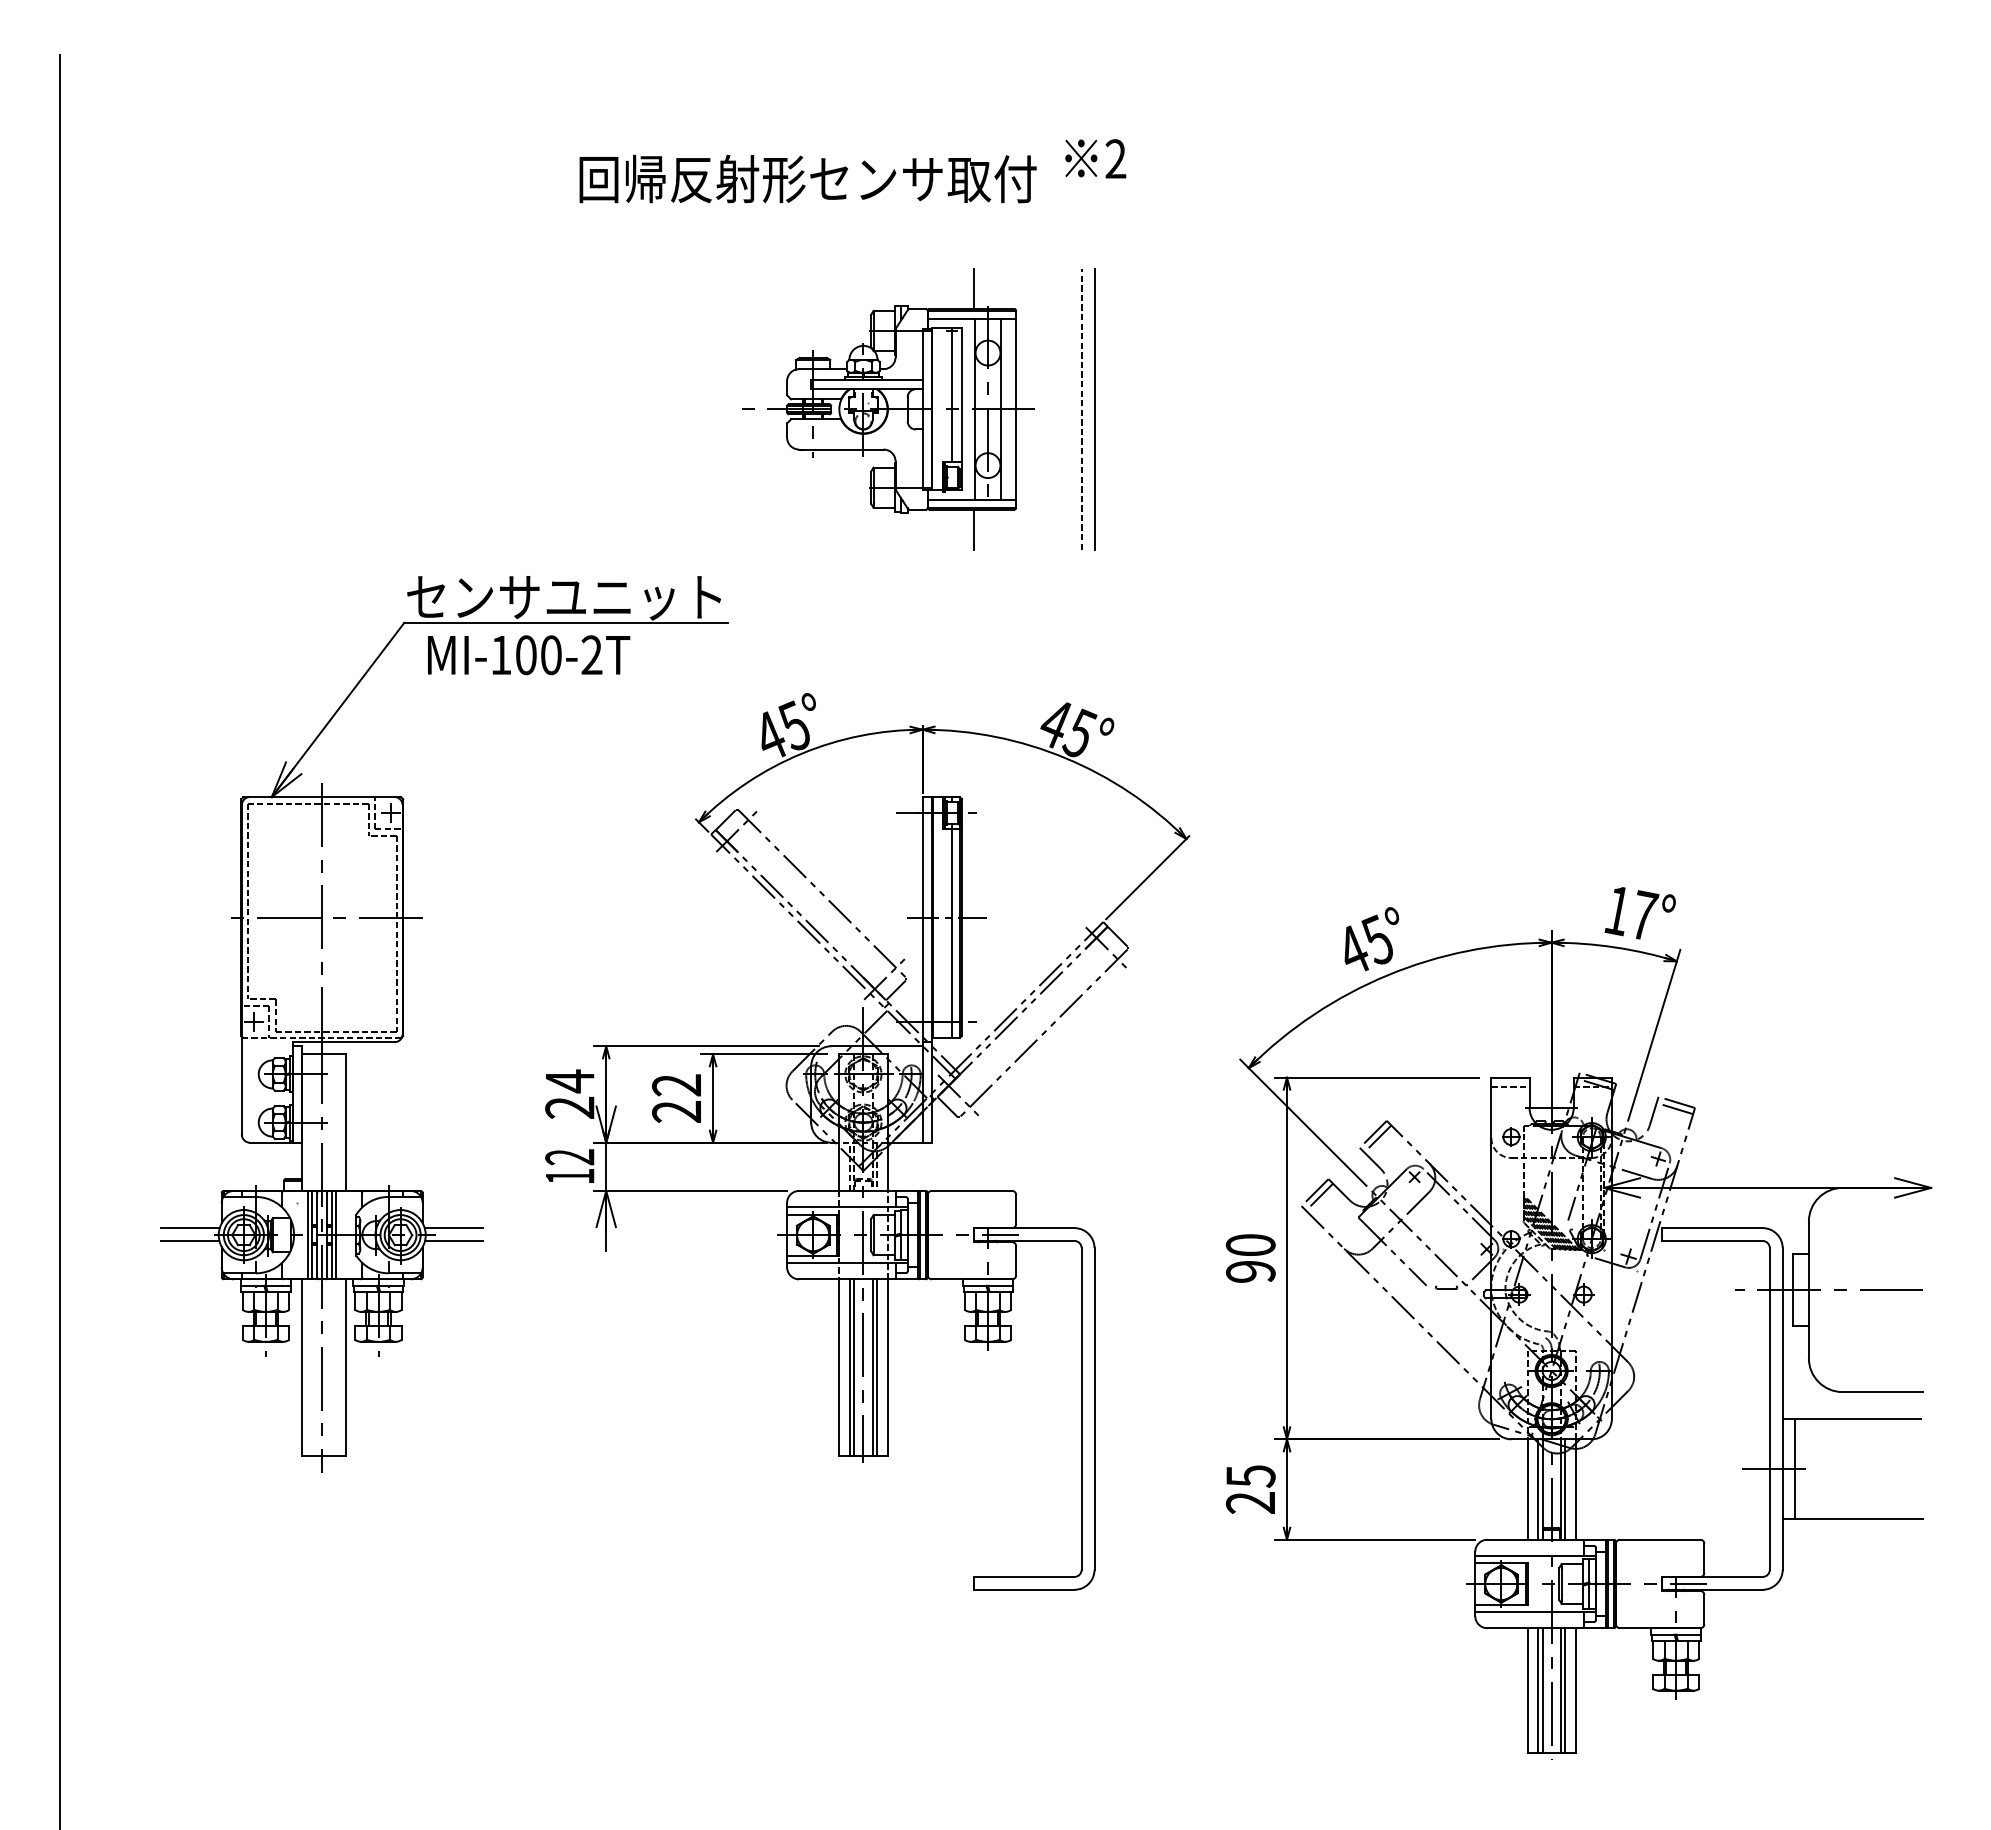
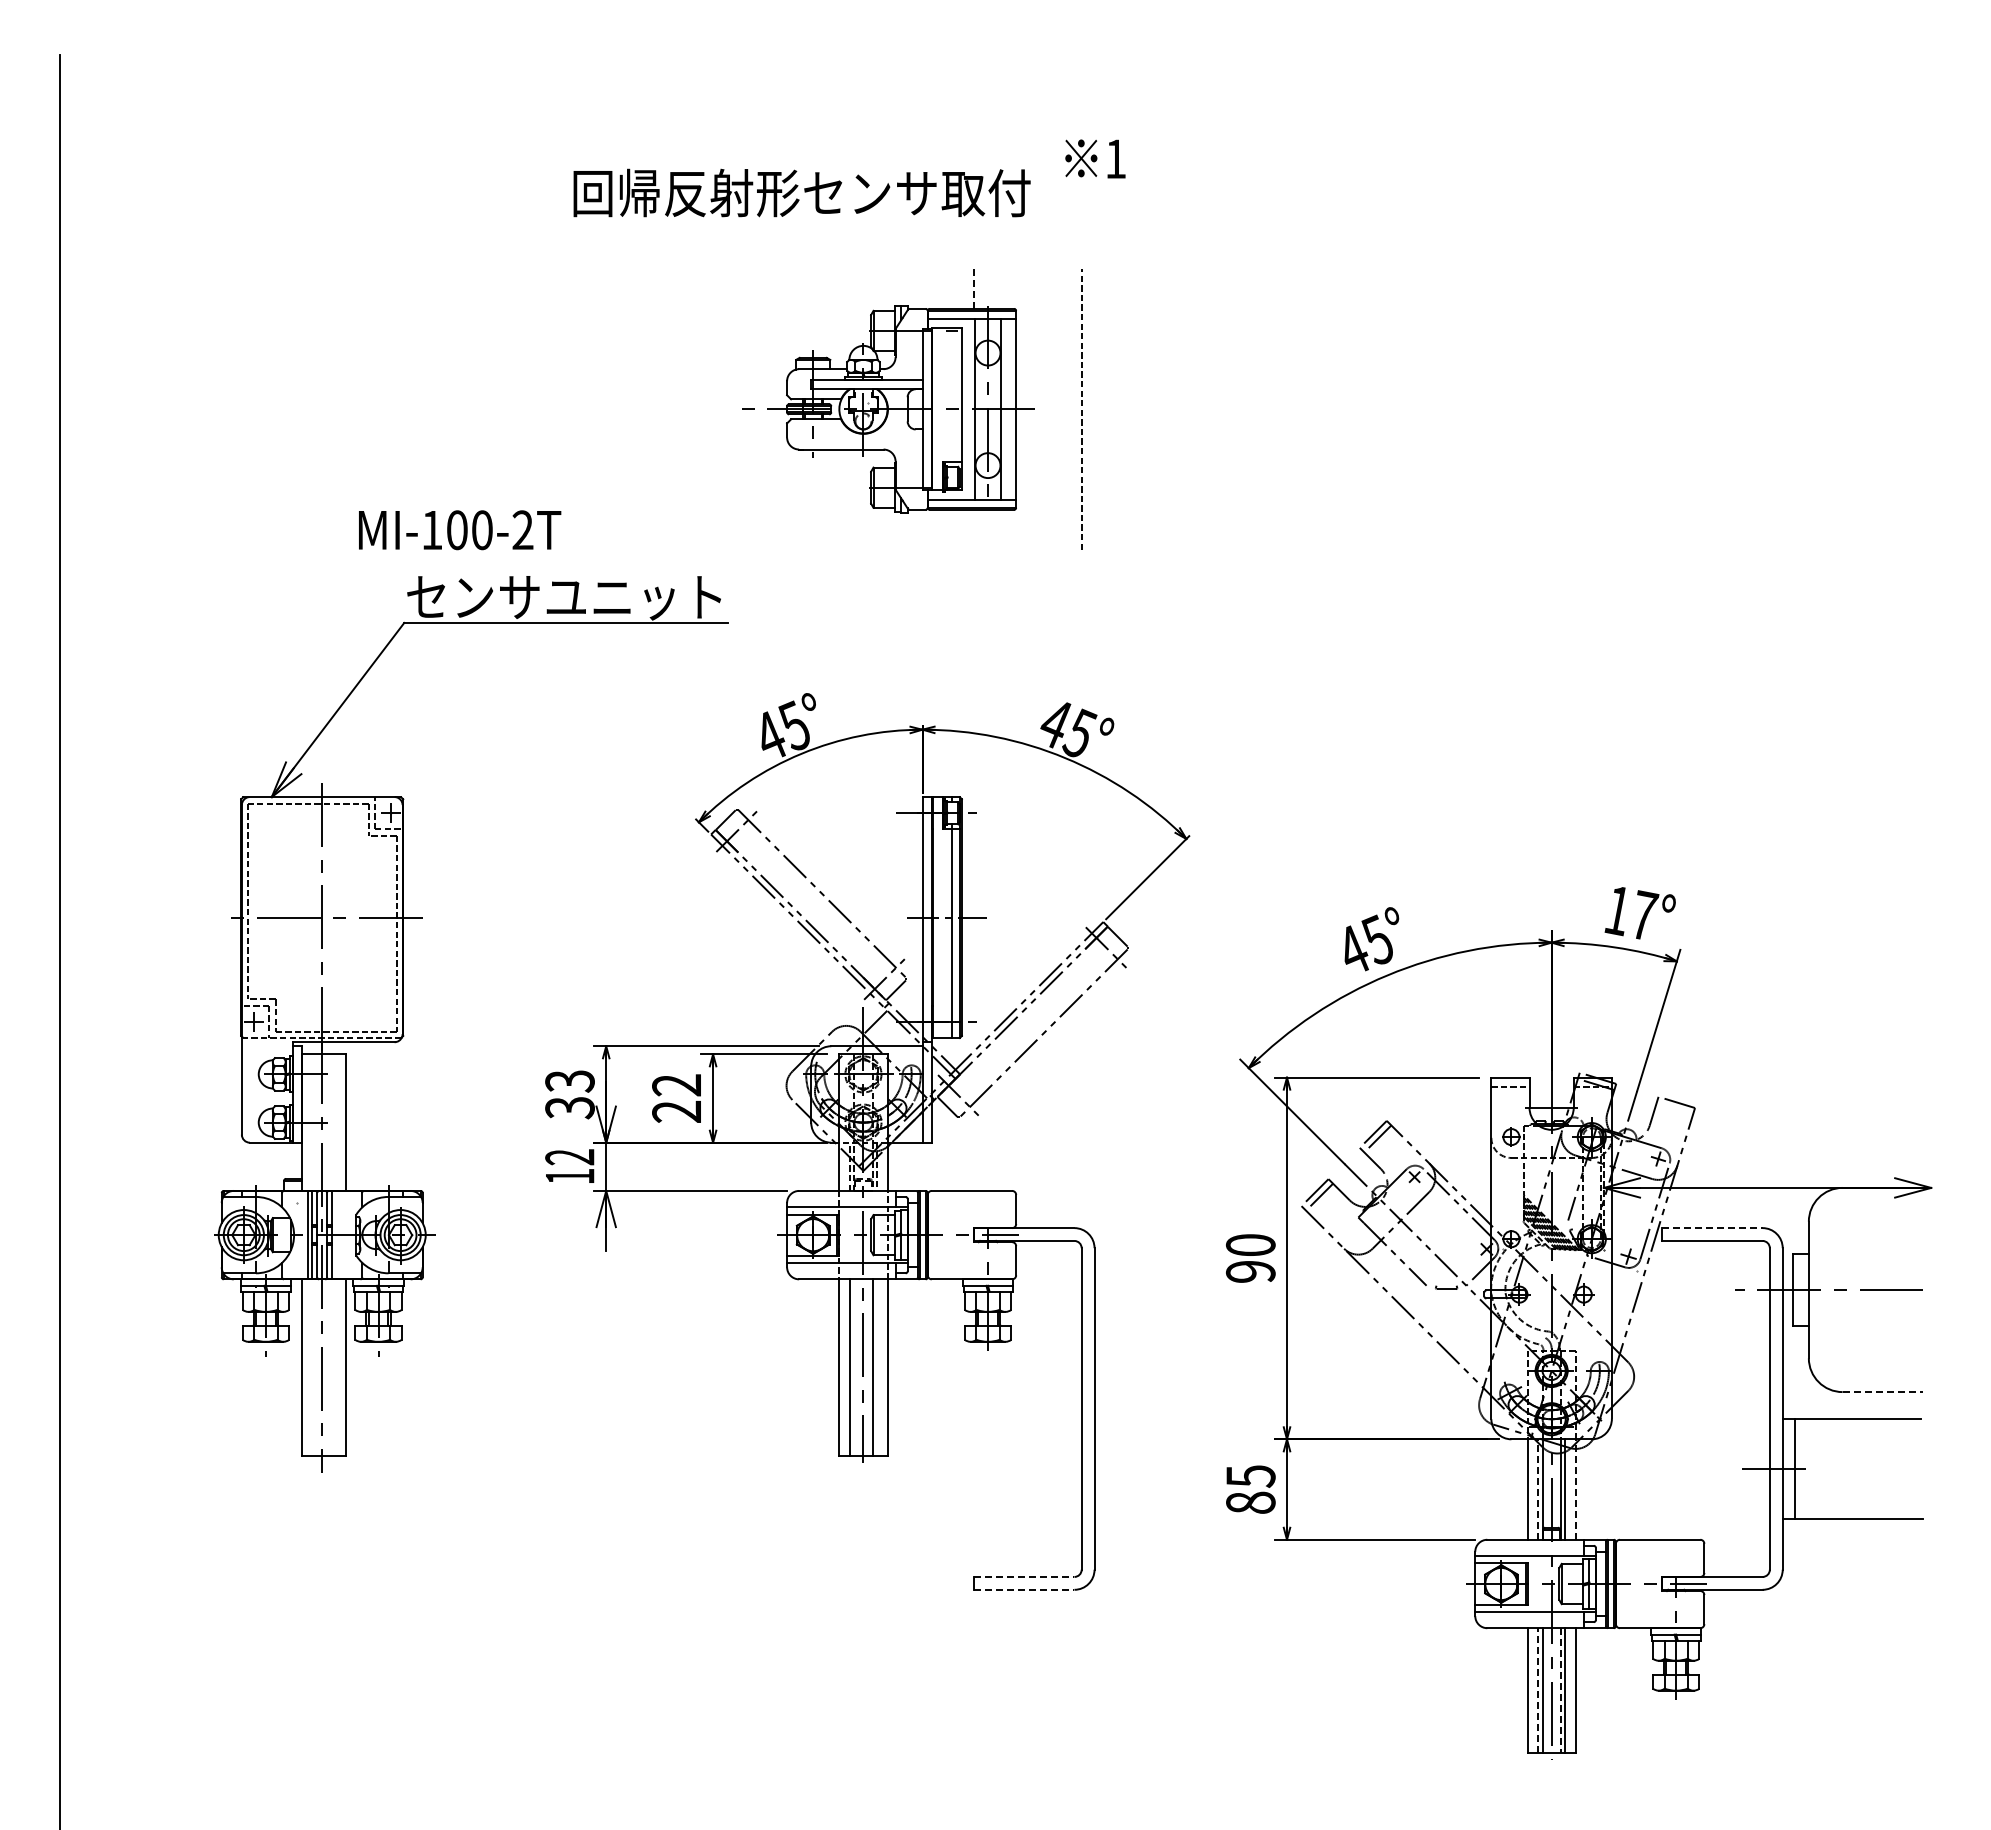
text at (1115, 158): 2 -> 1
text at (807, 178) position: (807, 178) -> (801, 192)
line at (973, 288): solid -> dashed
line at (951, 395): present -> none
line at (1094, 409): present -> none
line at (973, 529): present -> none
text at (529, 655) position: (529, 655) -> (460, 530)
text at (569, 1094): 24 -> 33
line at (1674, 1108): present -> none
line at (190, 1228): present -> none
line at (453, 1228): present -> none
line at (1712, 1228): solid -> dashed
line at (336, 1234): present -> none
line at (190, 1240): present -> none
line at (454, 1240): present -> none
line at (854, 1367): present -> none
line at (876, 1367): present -> none
line at (1883, 1392): solid -> dashed
line at (1538, 1489): solid -> dashed
line at (1575, 1489): solid -> dashed
text at (1250, 1502): 25 -> 85
line at (1024, 1576): solid -> dashed
line at (1024, 1589): solid -> dashed
line at (1538, 1689): solid -> dashed
line at (1560, 1690): solid -> dashed
